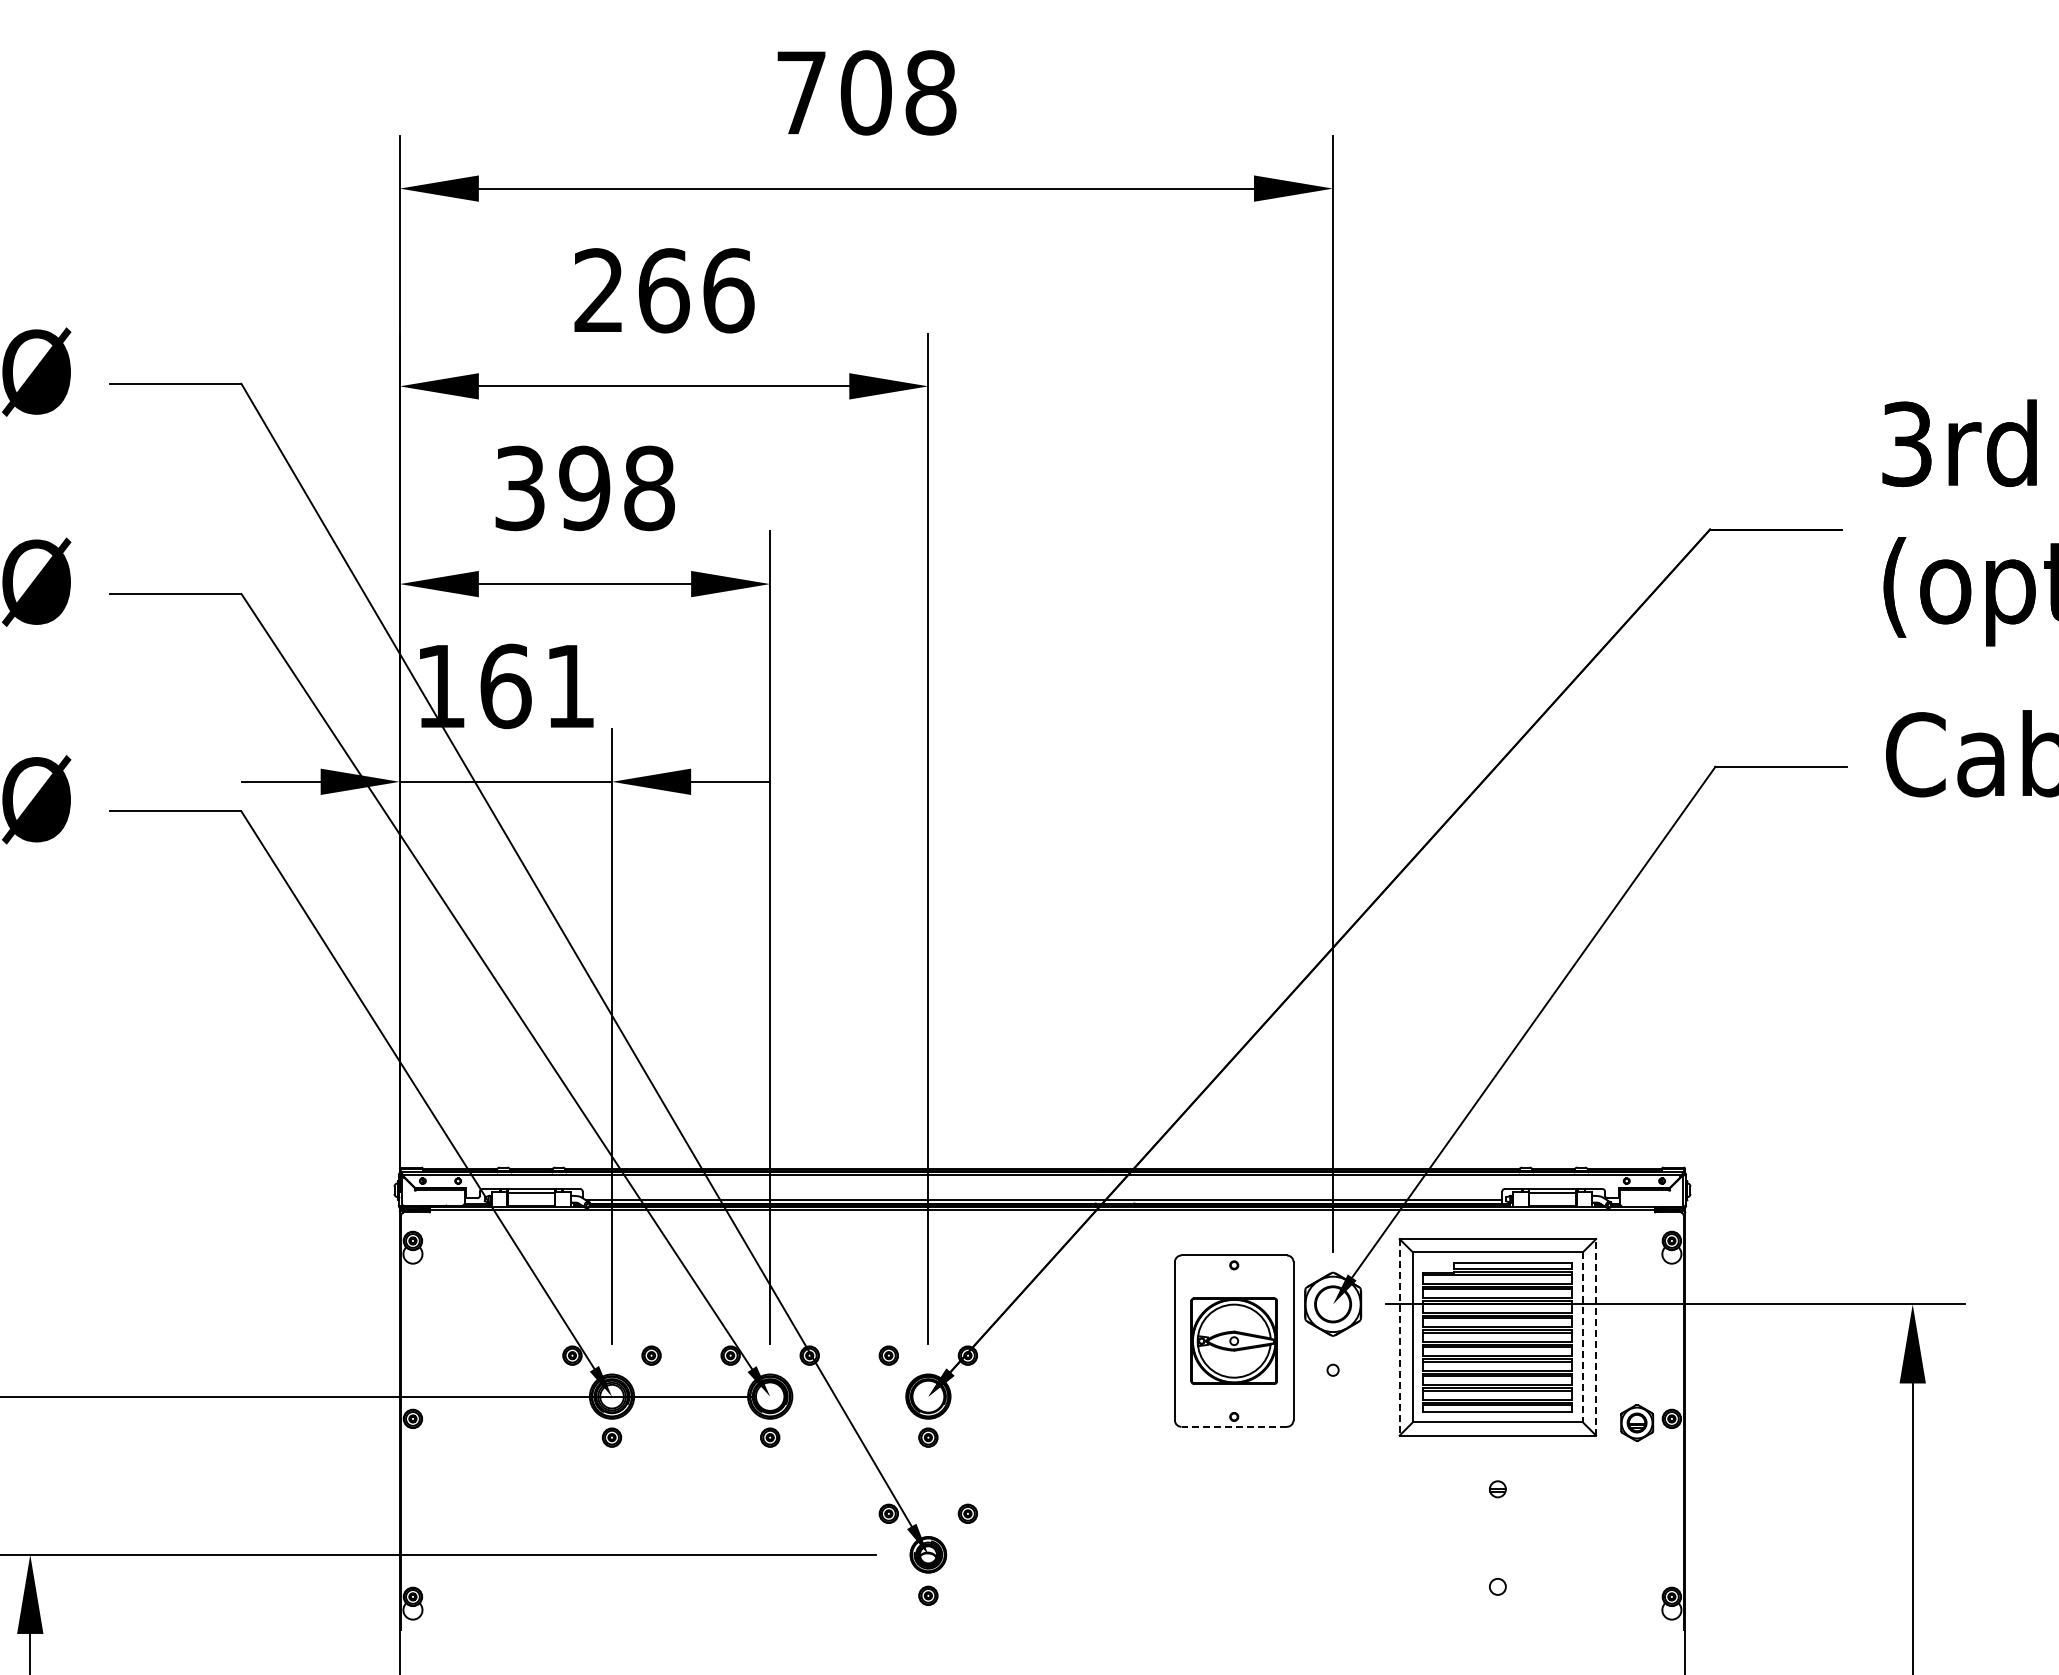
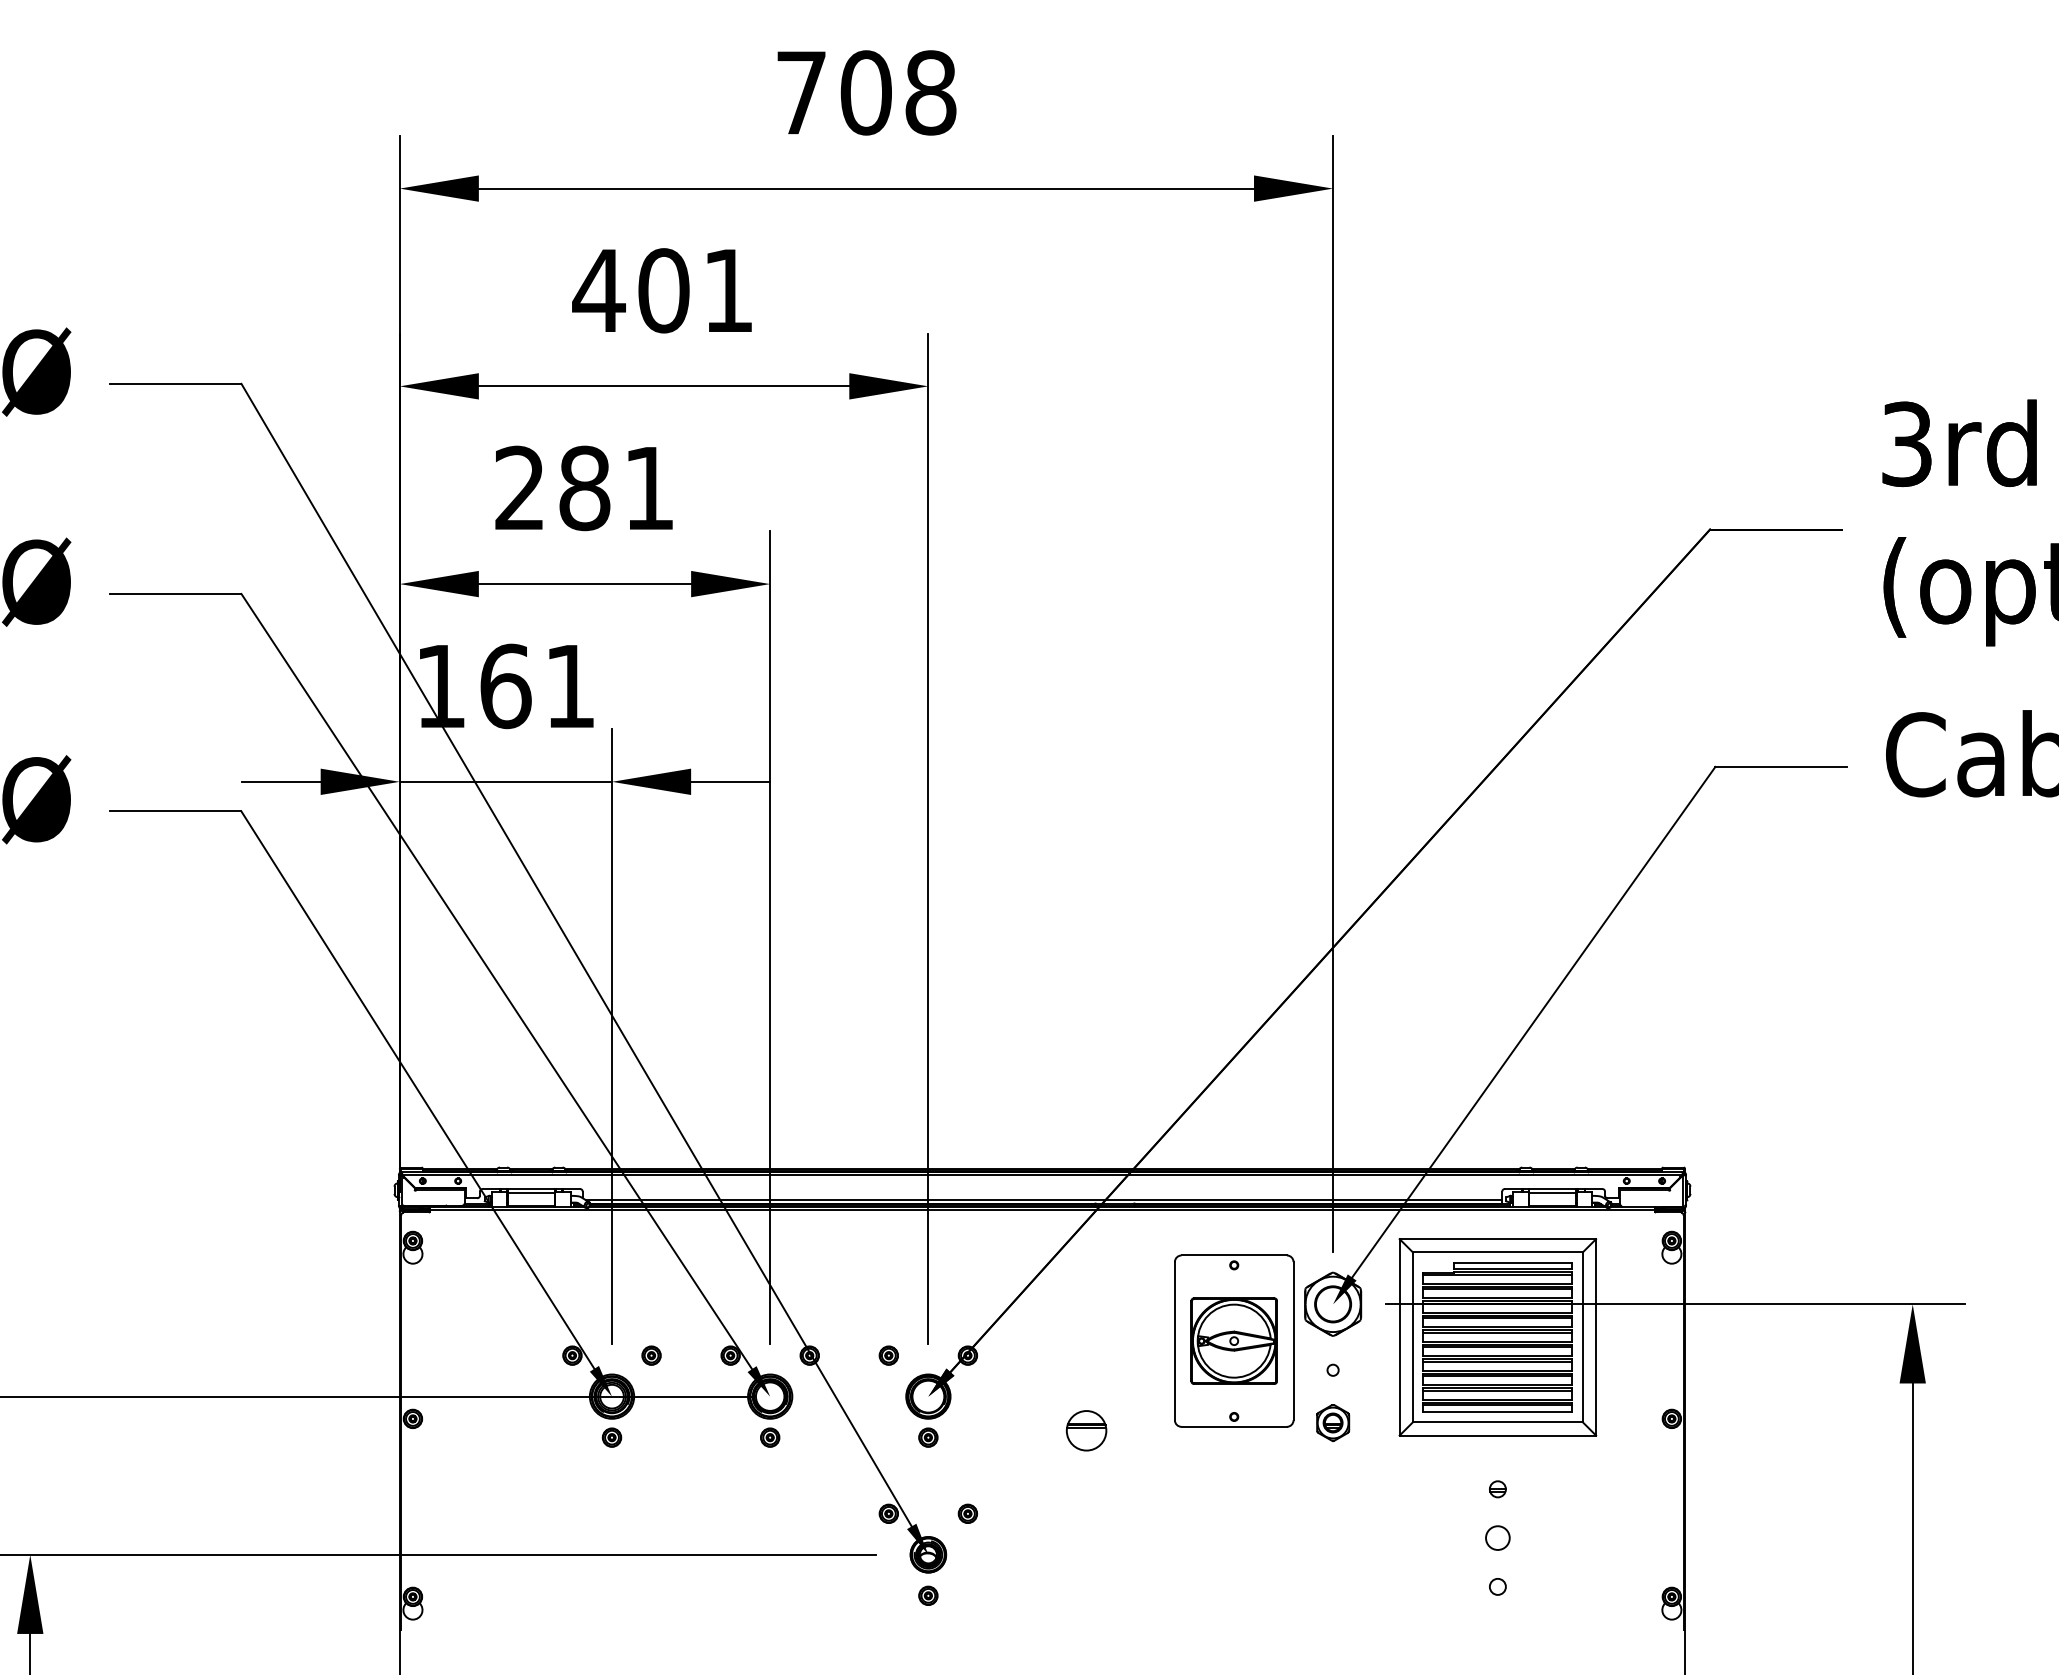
text at (663, 290): 266 -> 401
text at (585, 488): 398 -> 281
line at (1596, 1336): dashed -> solid
line at (1399, 1337): dashed -> solid
line at (1582, 1337): dashed -> solid
part at (1637, 1422) position: (1637, 1422) -> (1333, 1422)
line at (1234, 1426): dashed -> solid
part at (1086, 1430): none -> present
circle at (1497, 1537): none -> present
